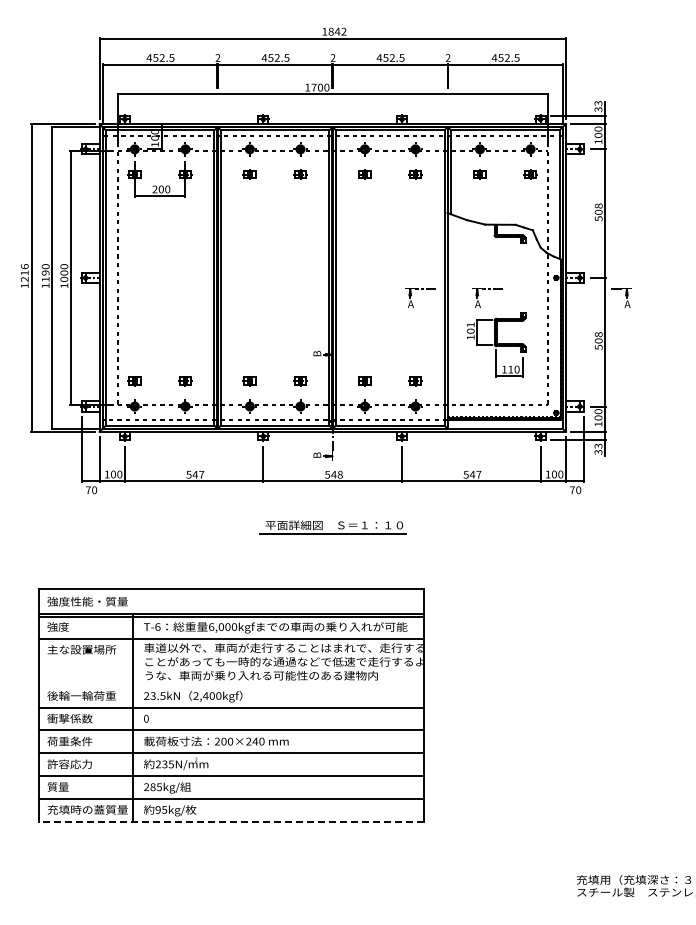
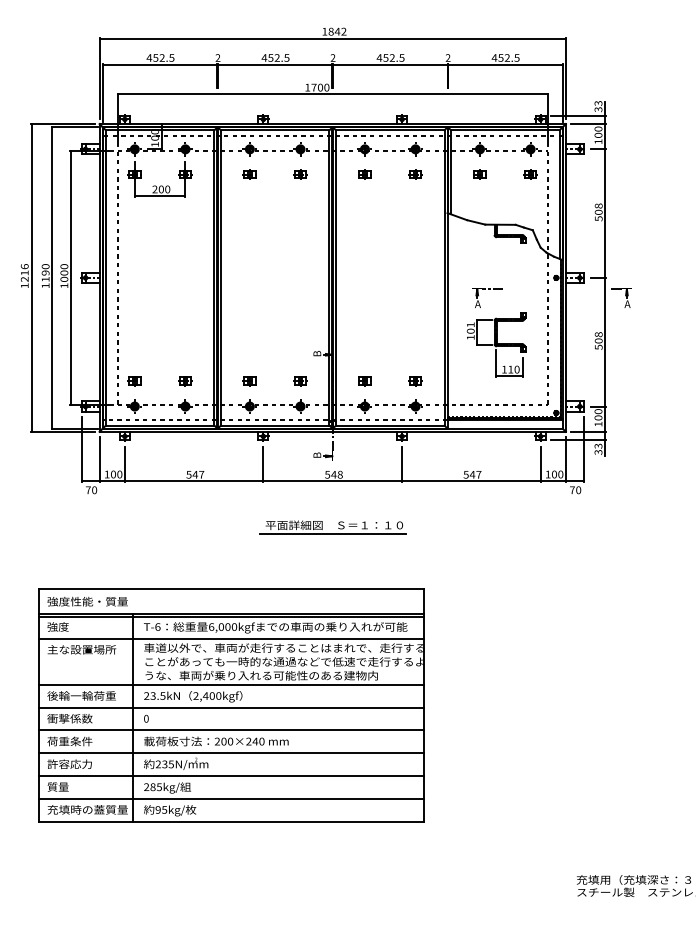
part at (421, 289): present -> none
line at (231, 684): none -> present
line at (231, 821): dashed -> solid
